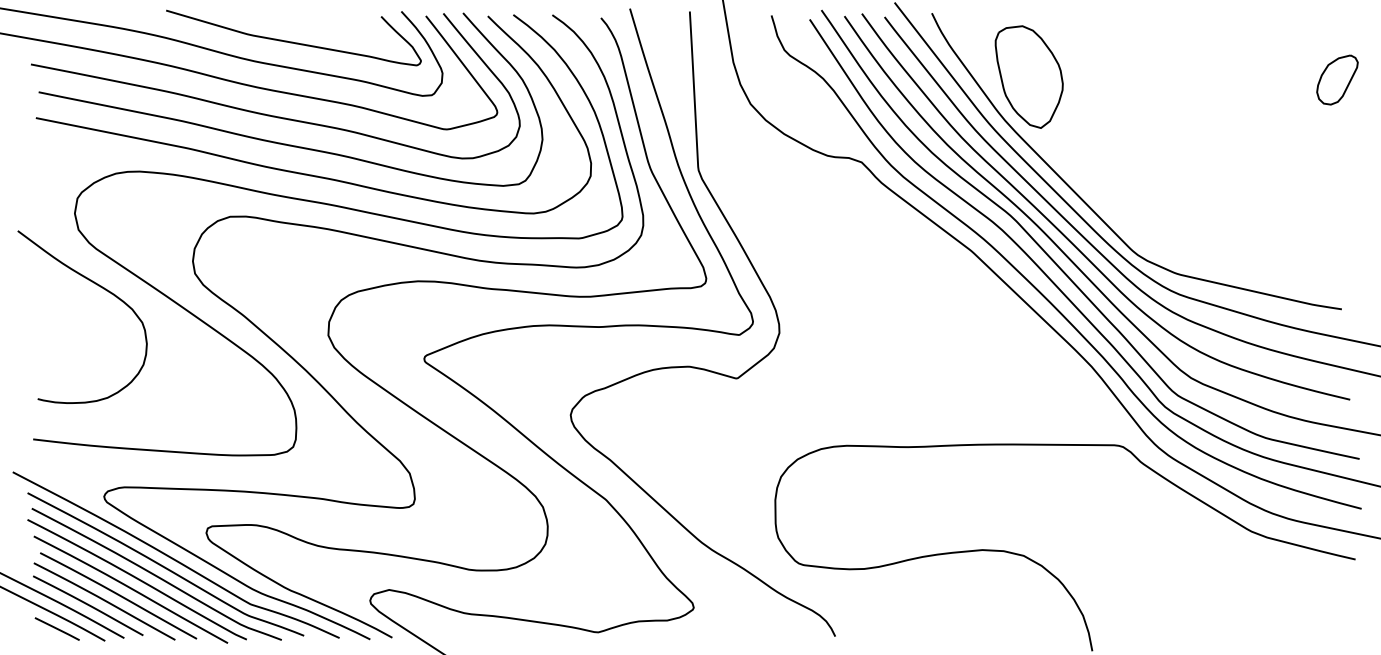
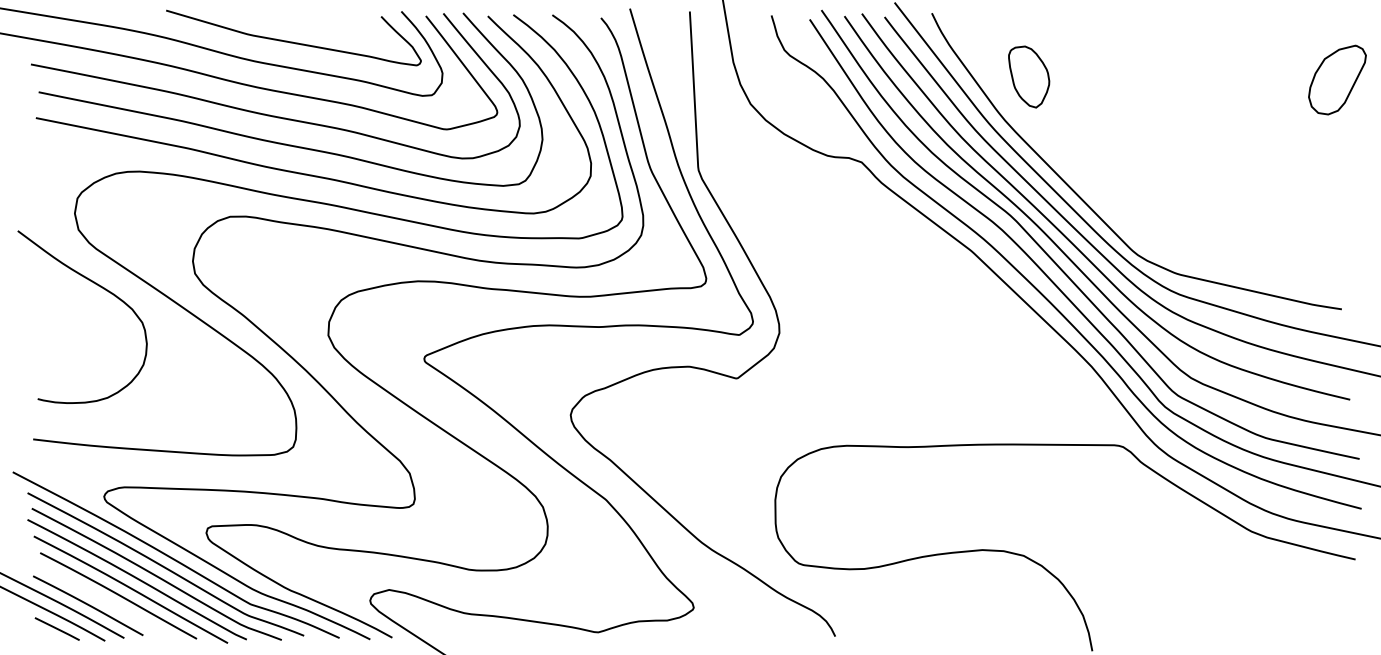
part at (1028, 76) size: 70x104 px -> 43x64 px
part at (1337, 79) size: 43x52 px -> 59x72 px
curve at (104, 601): present -> none
